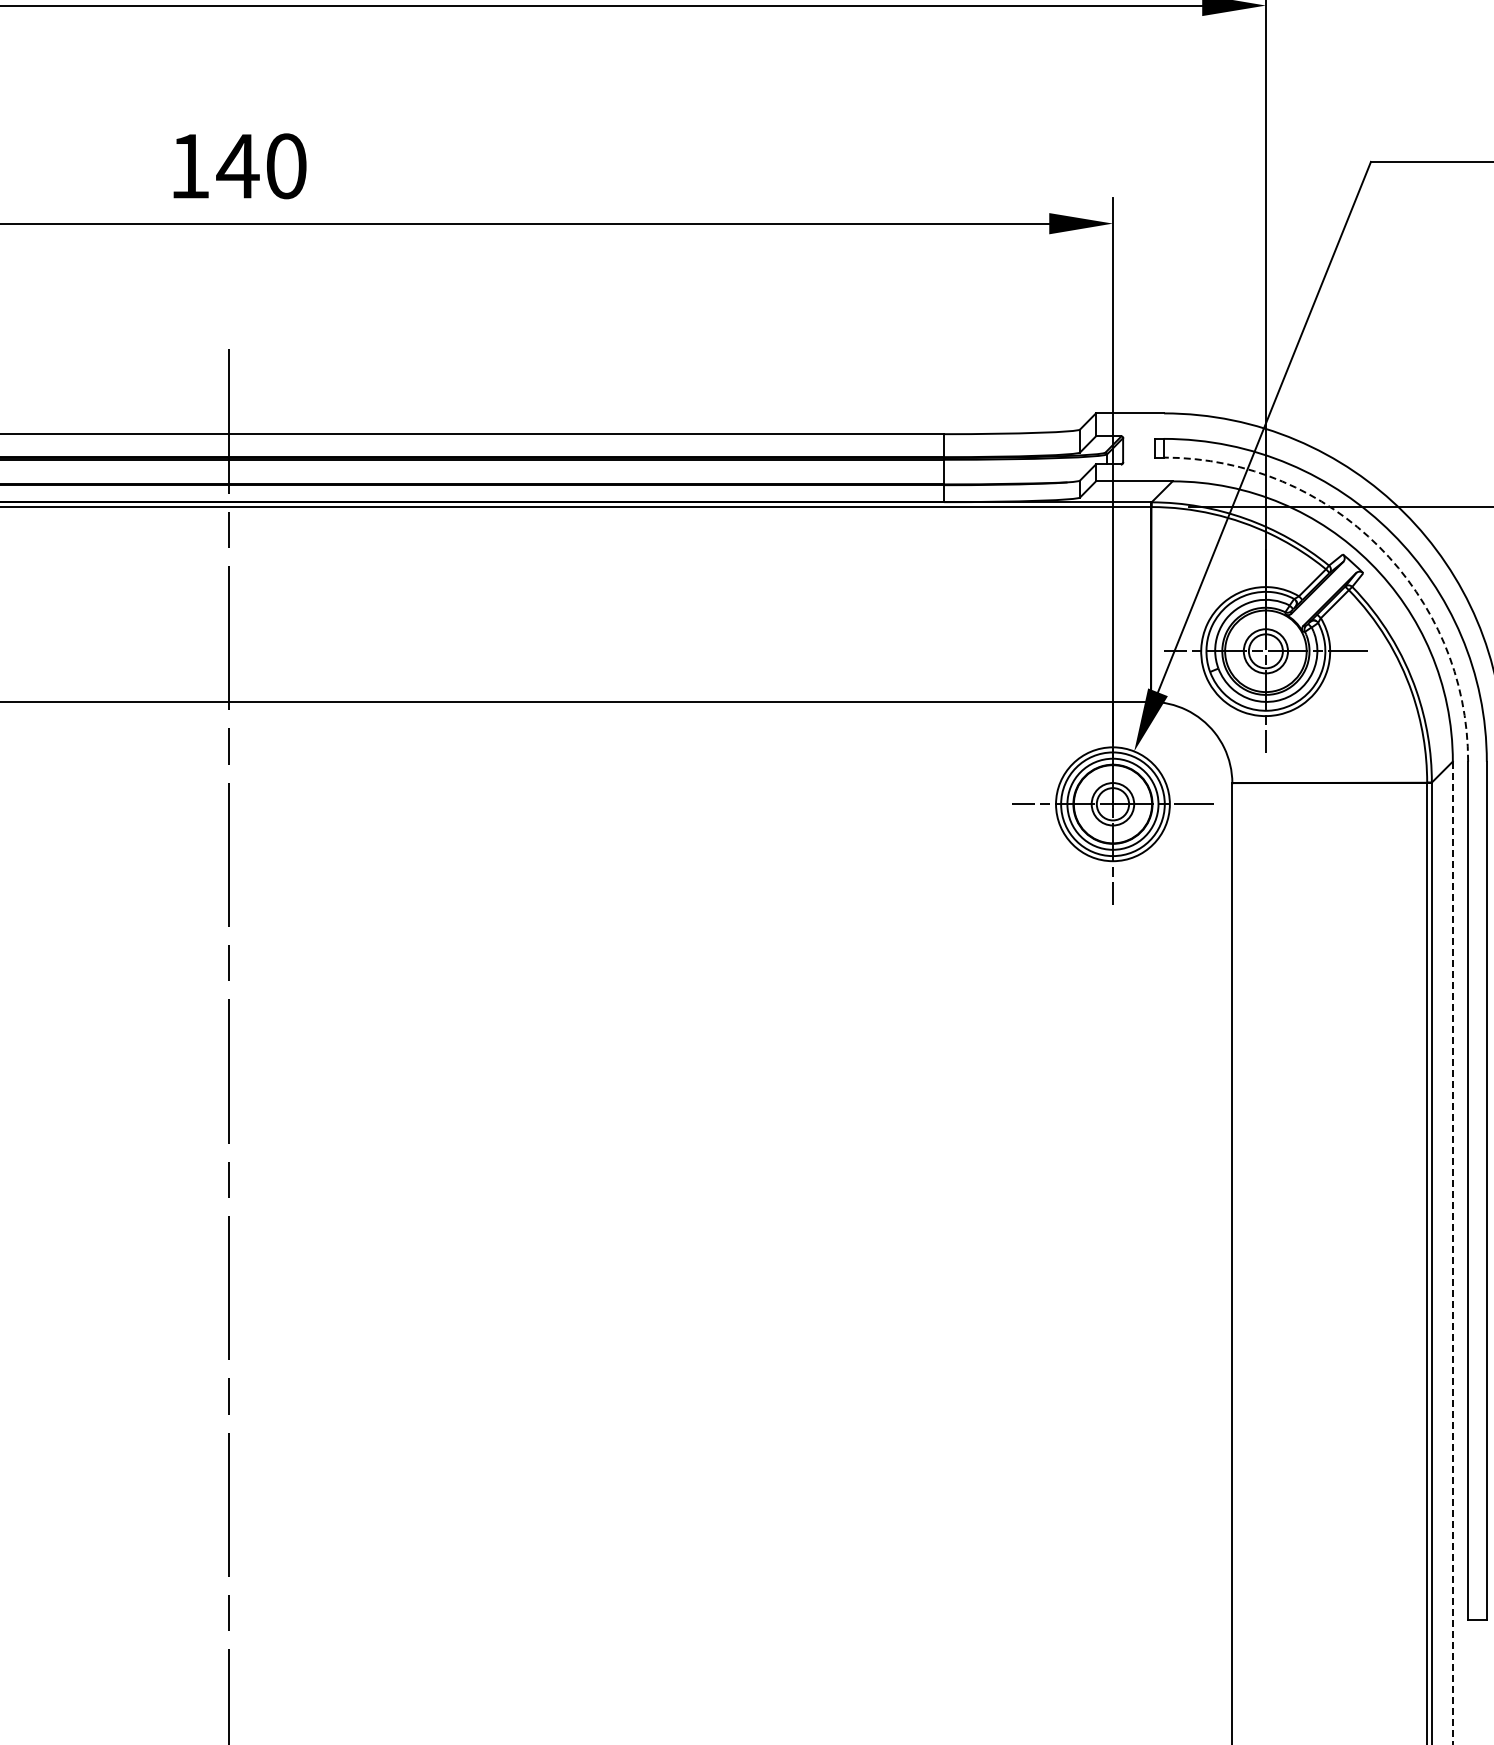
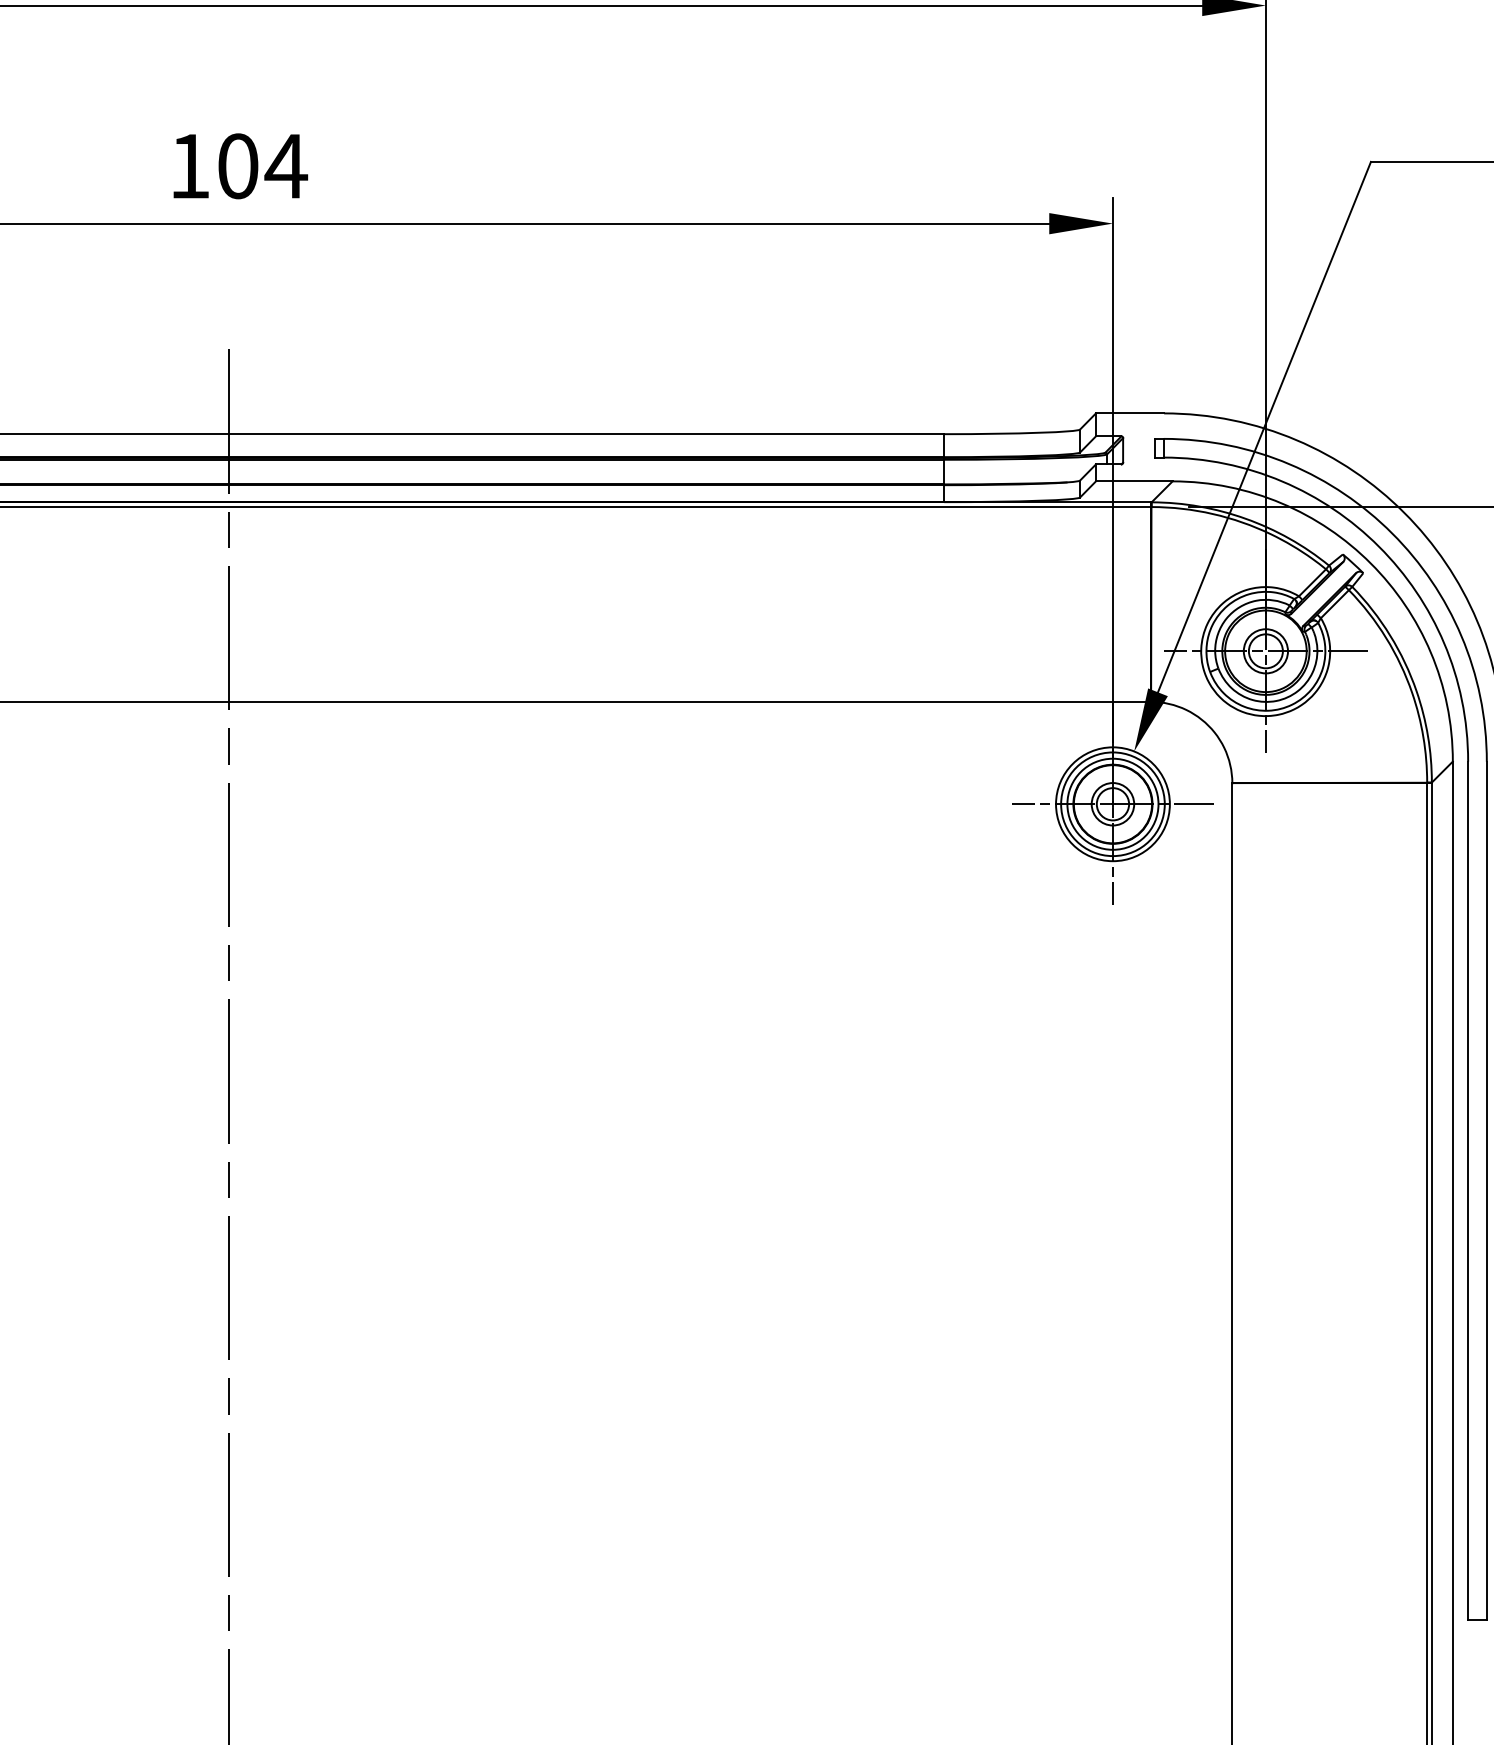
text at (262, 166): 140 -> 104
arc at (1379, 546): dashed -> solid
line at (1452, 1253): dashed -> solid
